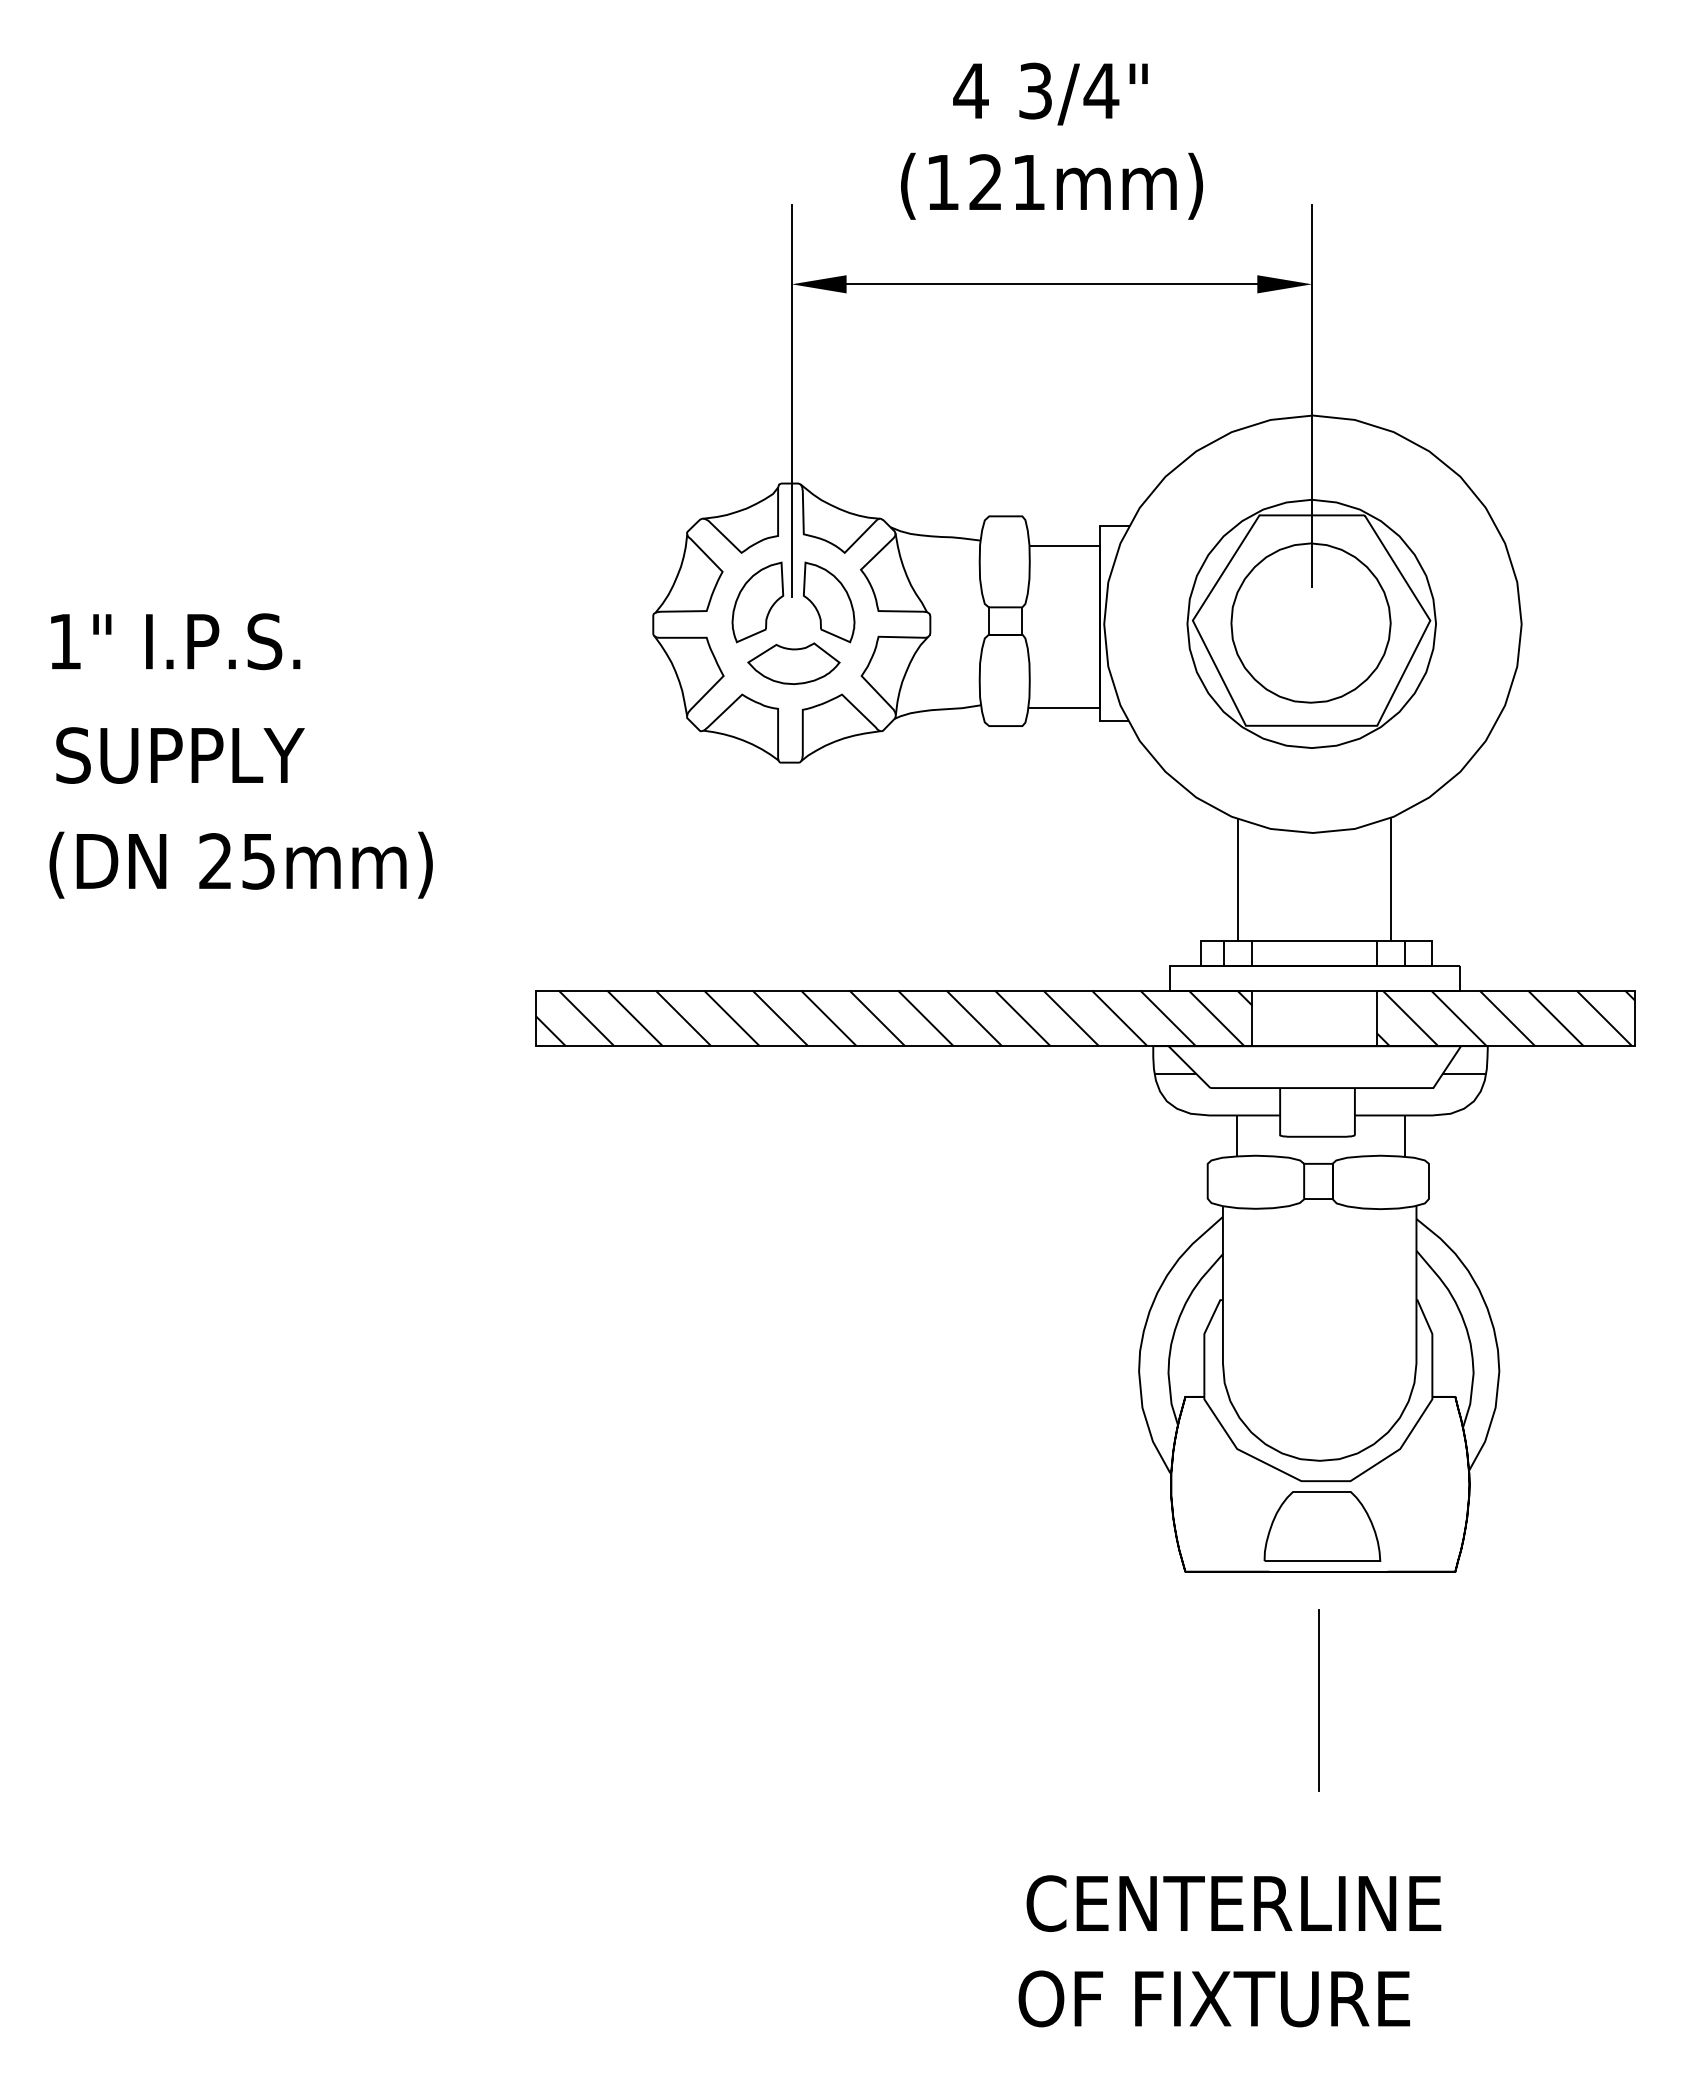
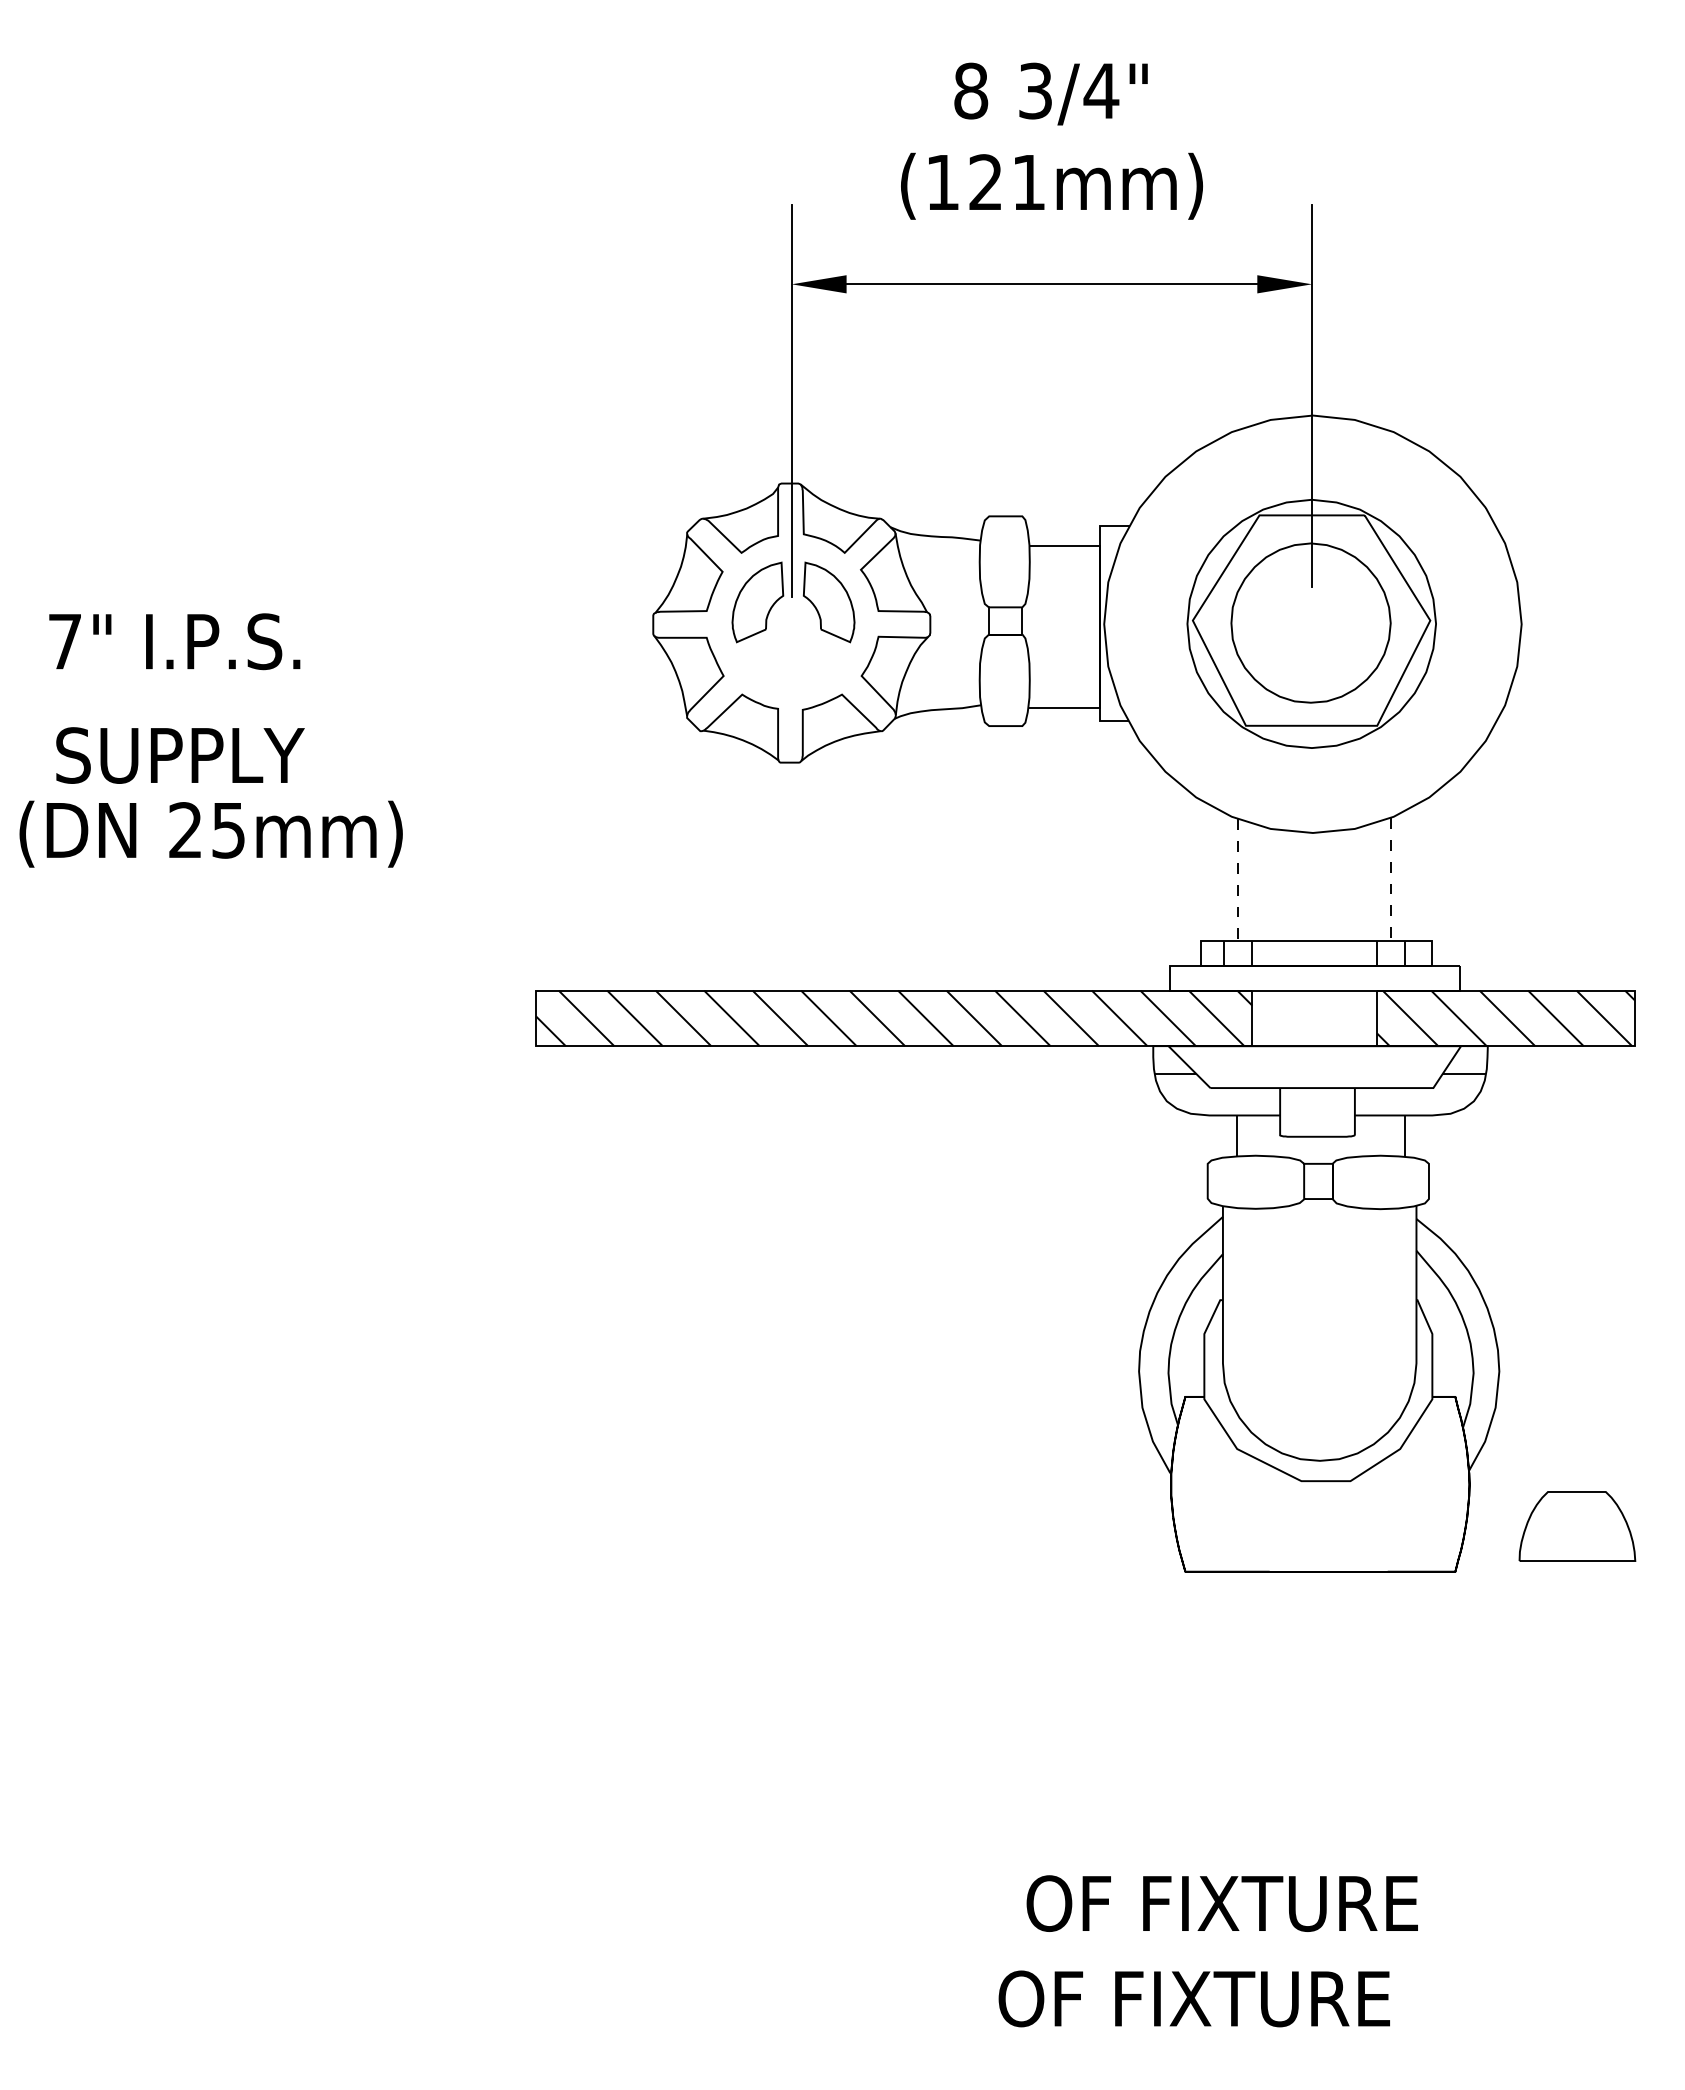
text at (970, 90): 4 -> 8
text at (64, 641): 1" -> 7"
part at (793, 663): present -> none
text at (240, 864) position: (240, 864) -> (210, 833)
line at (1390, 879): solid -> dashed
line at (1238, 880): solid -> dashed
part at (1322, 1526) position: (1322, 1526) -> (1577, 1526)
line at (1319, 1699): present -> none
text at (1236, 1903): CENTERLINE -> OF FIXTURE
text at (1213, 1998) position: (1213, 1998) -> (1193, 1998)
